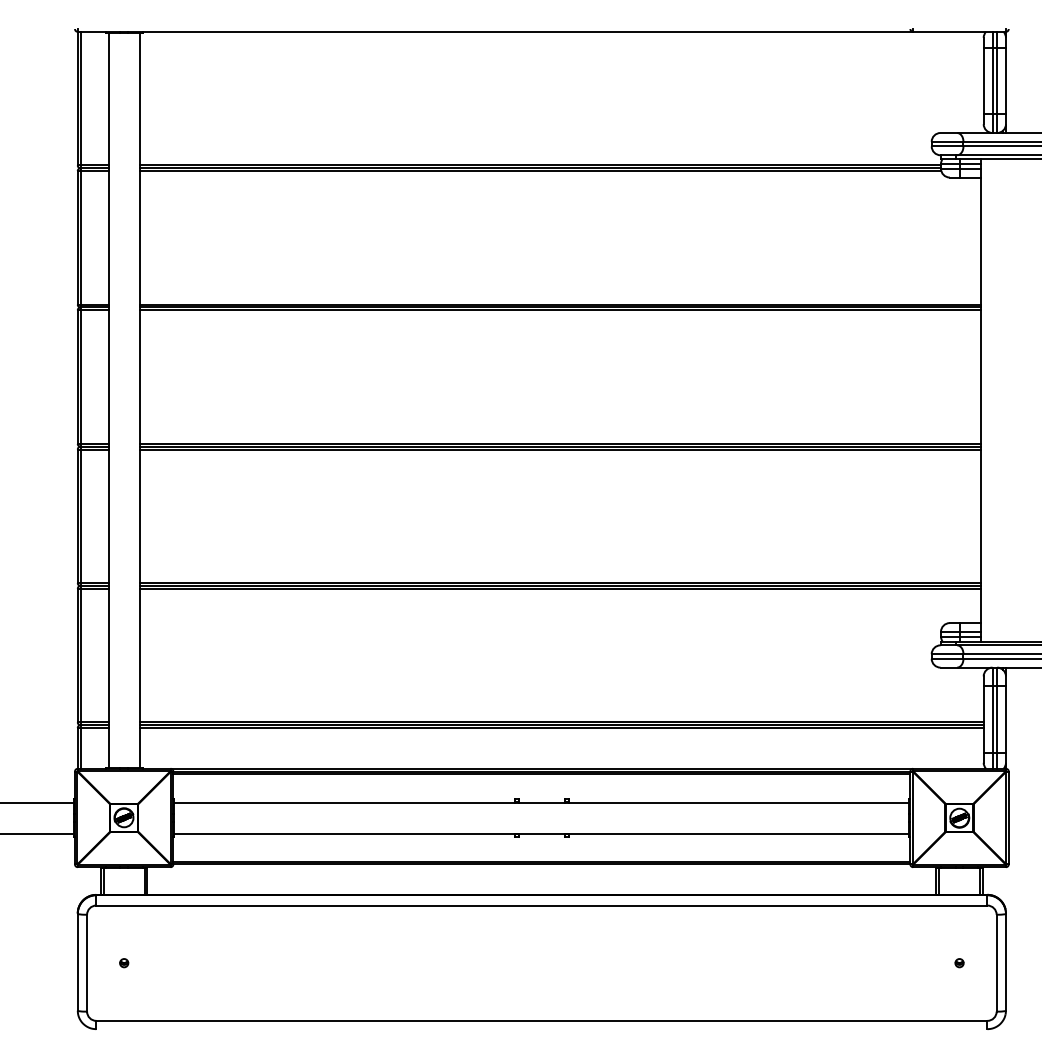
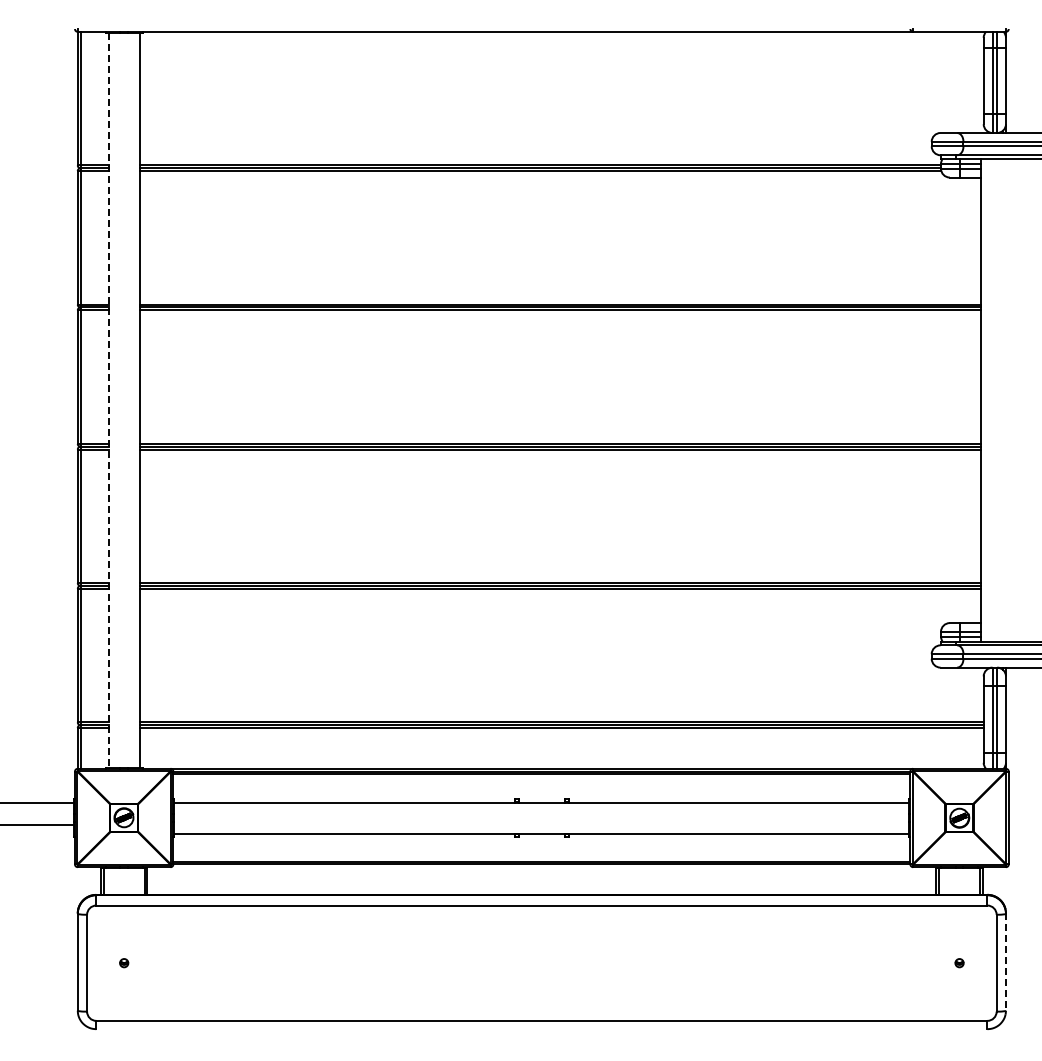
line at (108, 400): solid -> dashed
line at (38, 833) position: (38, 833) -> (38, 824)
line at (1005, 962): solid -> dashed
